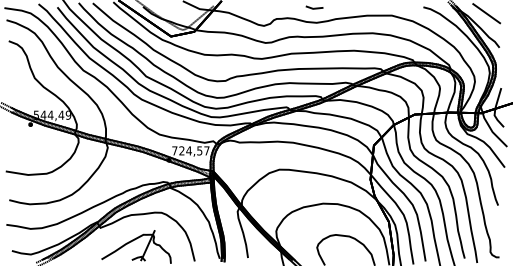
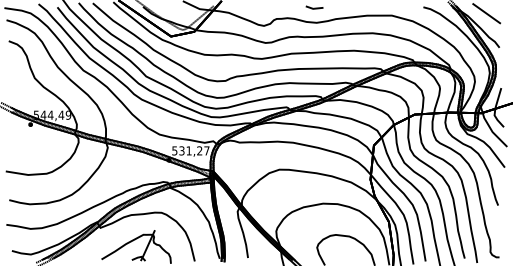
text at (187, 150): 724,57 -> 531,27
